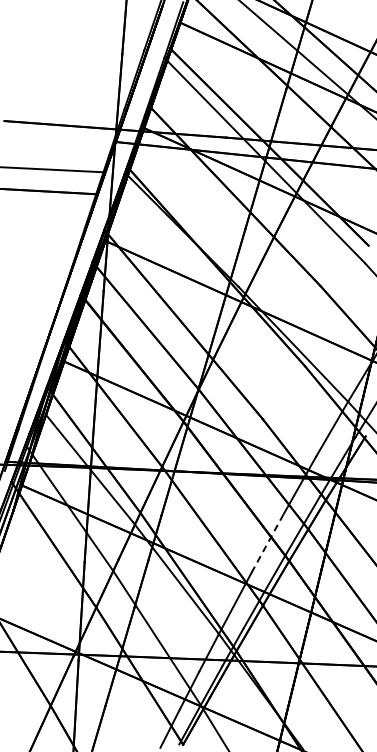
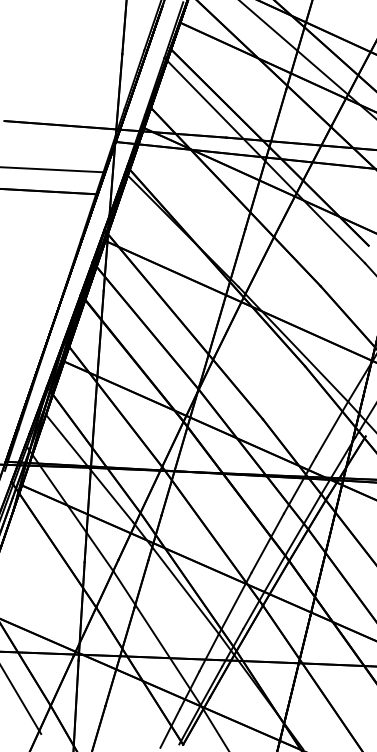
line at (267, 543): dashed -> solid
line at (21, 701): none -> present
